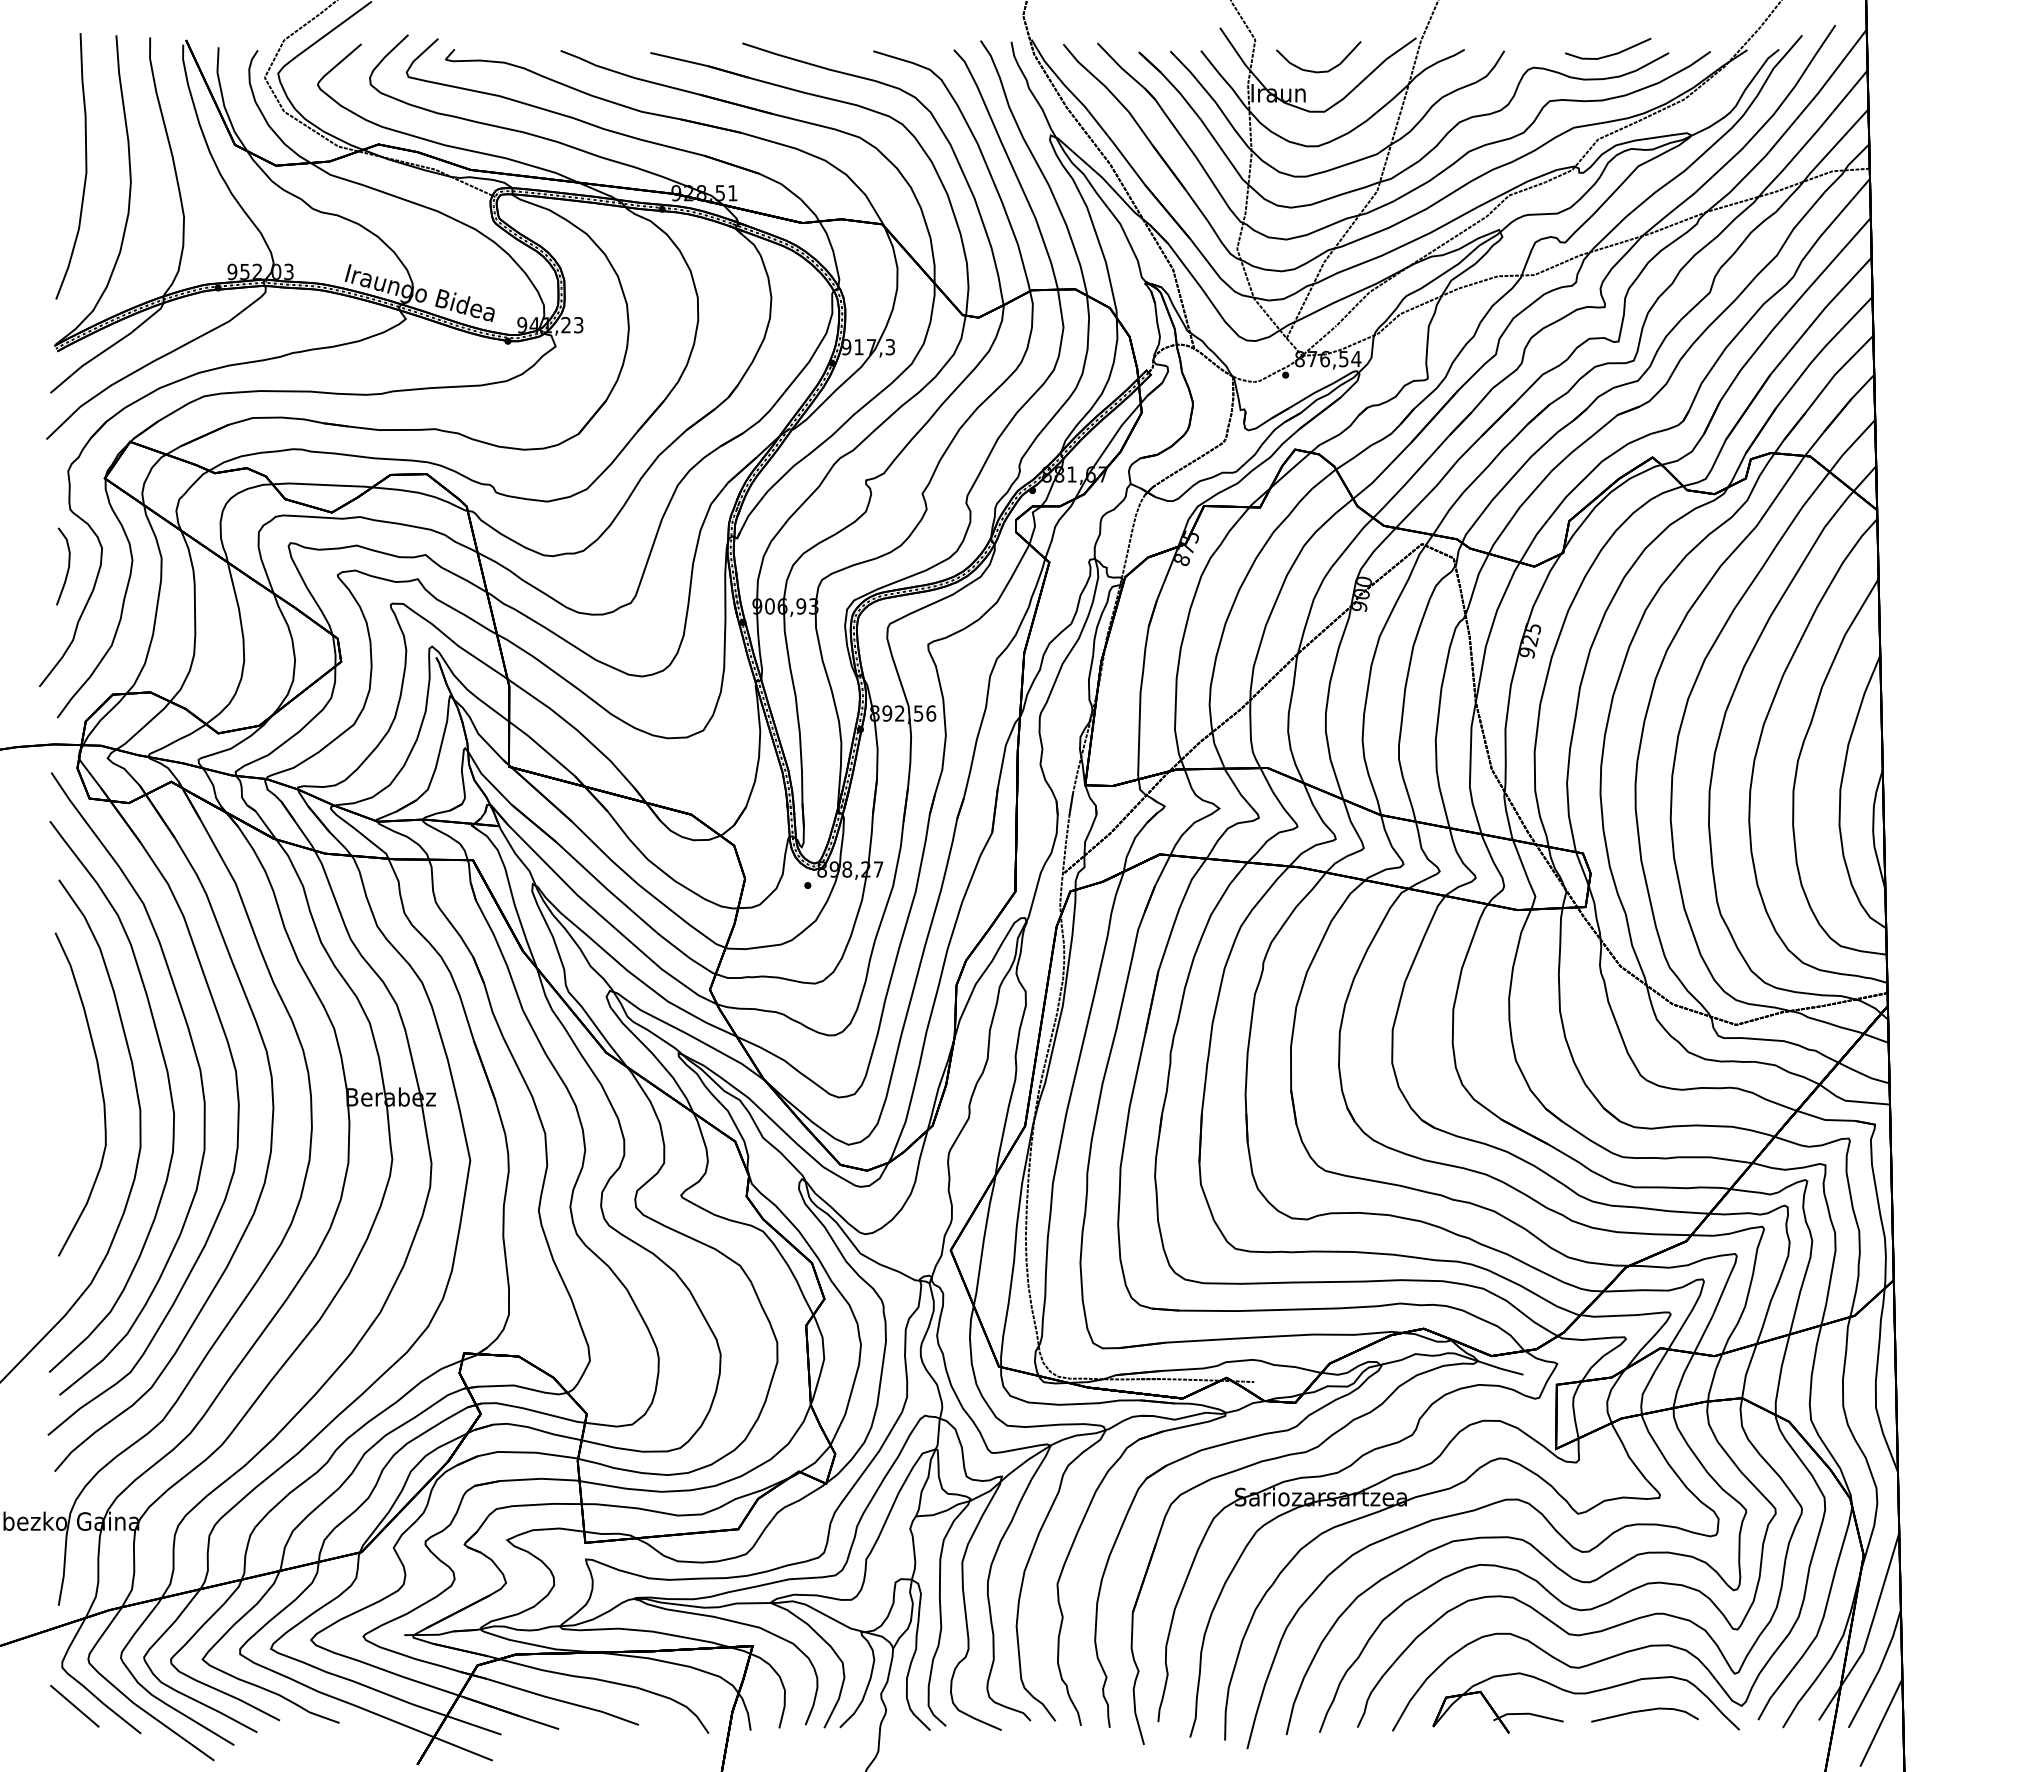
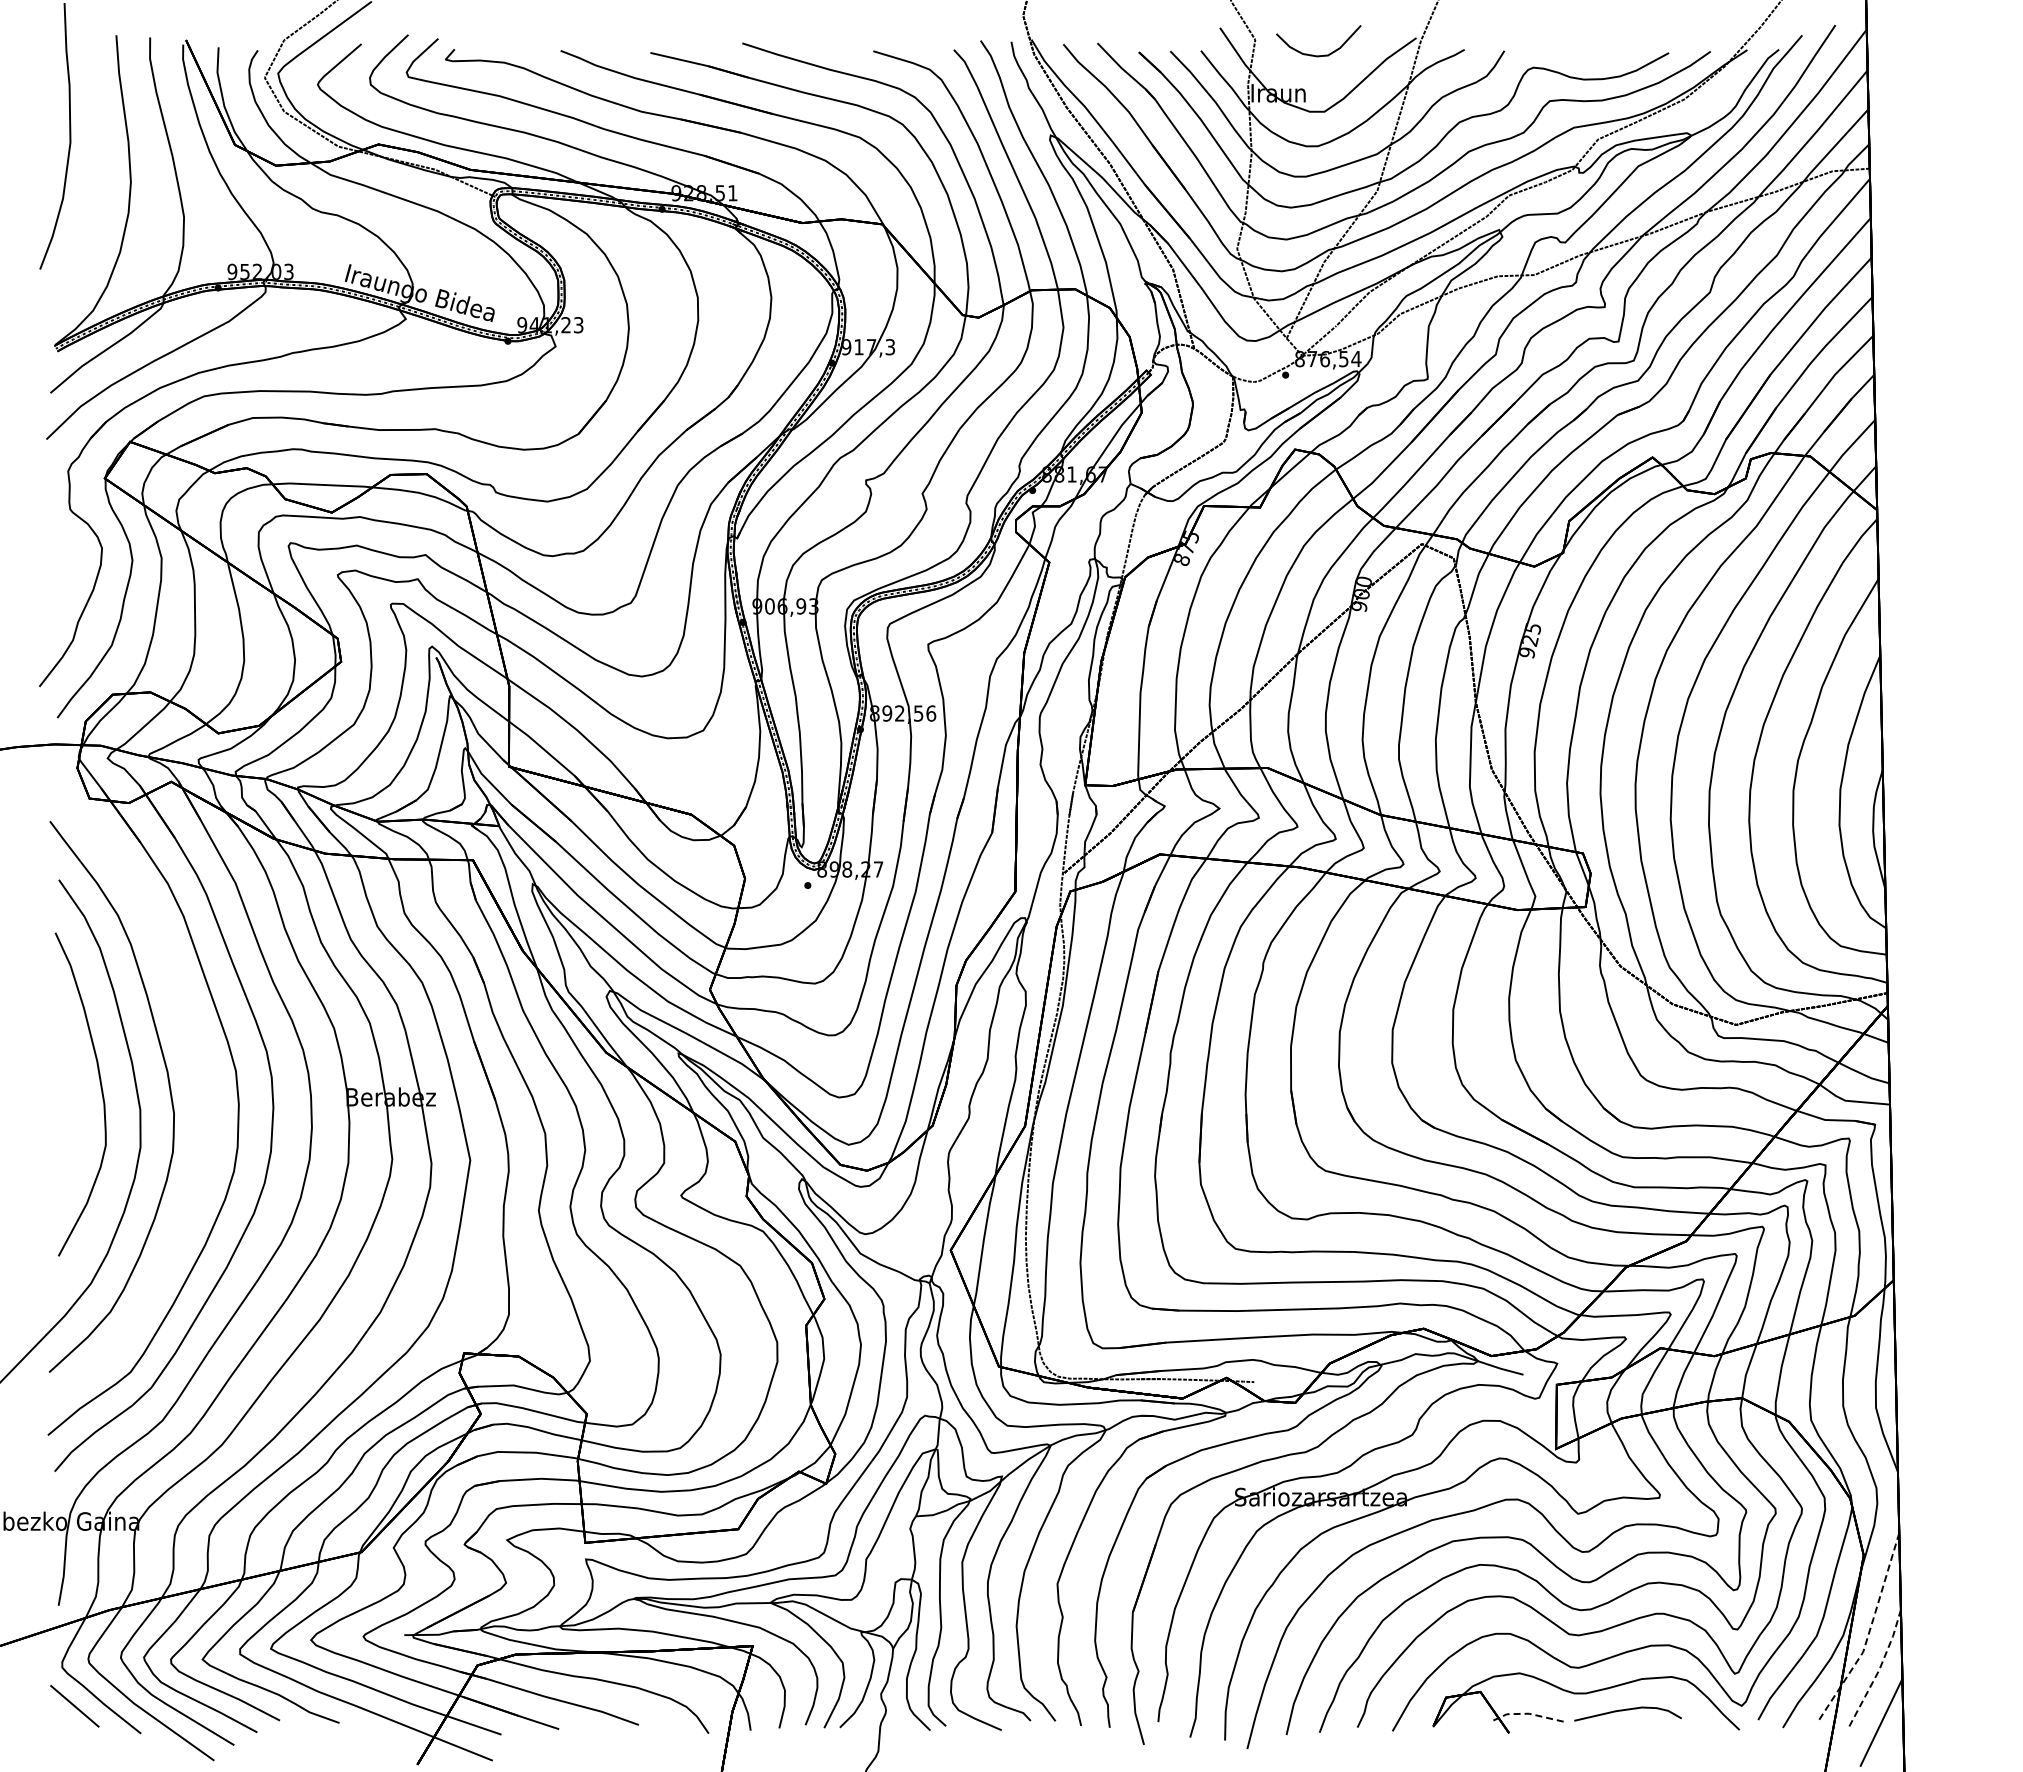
line at (1609, 54): present -> none
curve at (1313, 70) position: (1313, 70) -> (1313, 54)
curve at (85, 166) position: (85, 166) -> (69, 136)
curve at (67, 568): present -> none
curve at (197, 1064): present -> none
line at (1869, 1631): solid -> dashed
line at (1879, 1670): solid -> dashed
curve at (1644, 1711) position: (1644, 1711) -> (1627, 1710)
line at (1528, 1713): solid -> dashed
